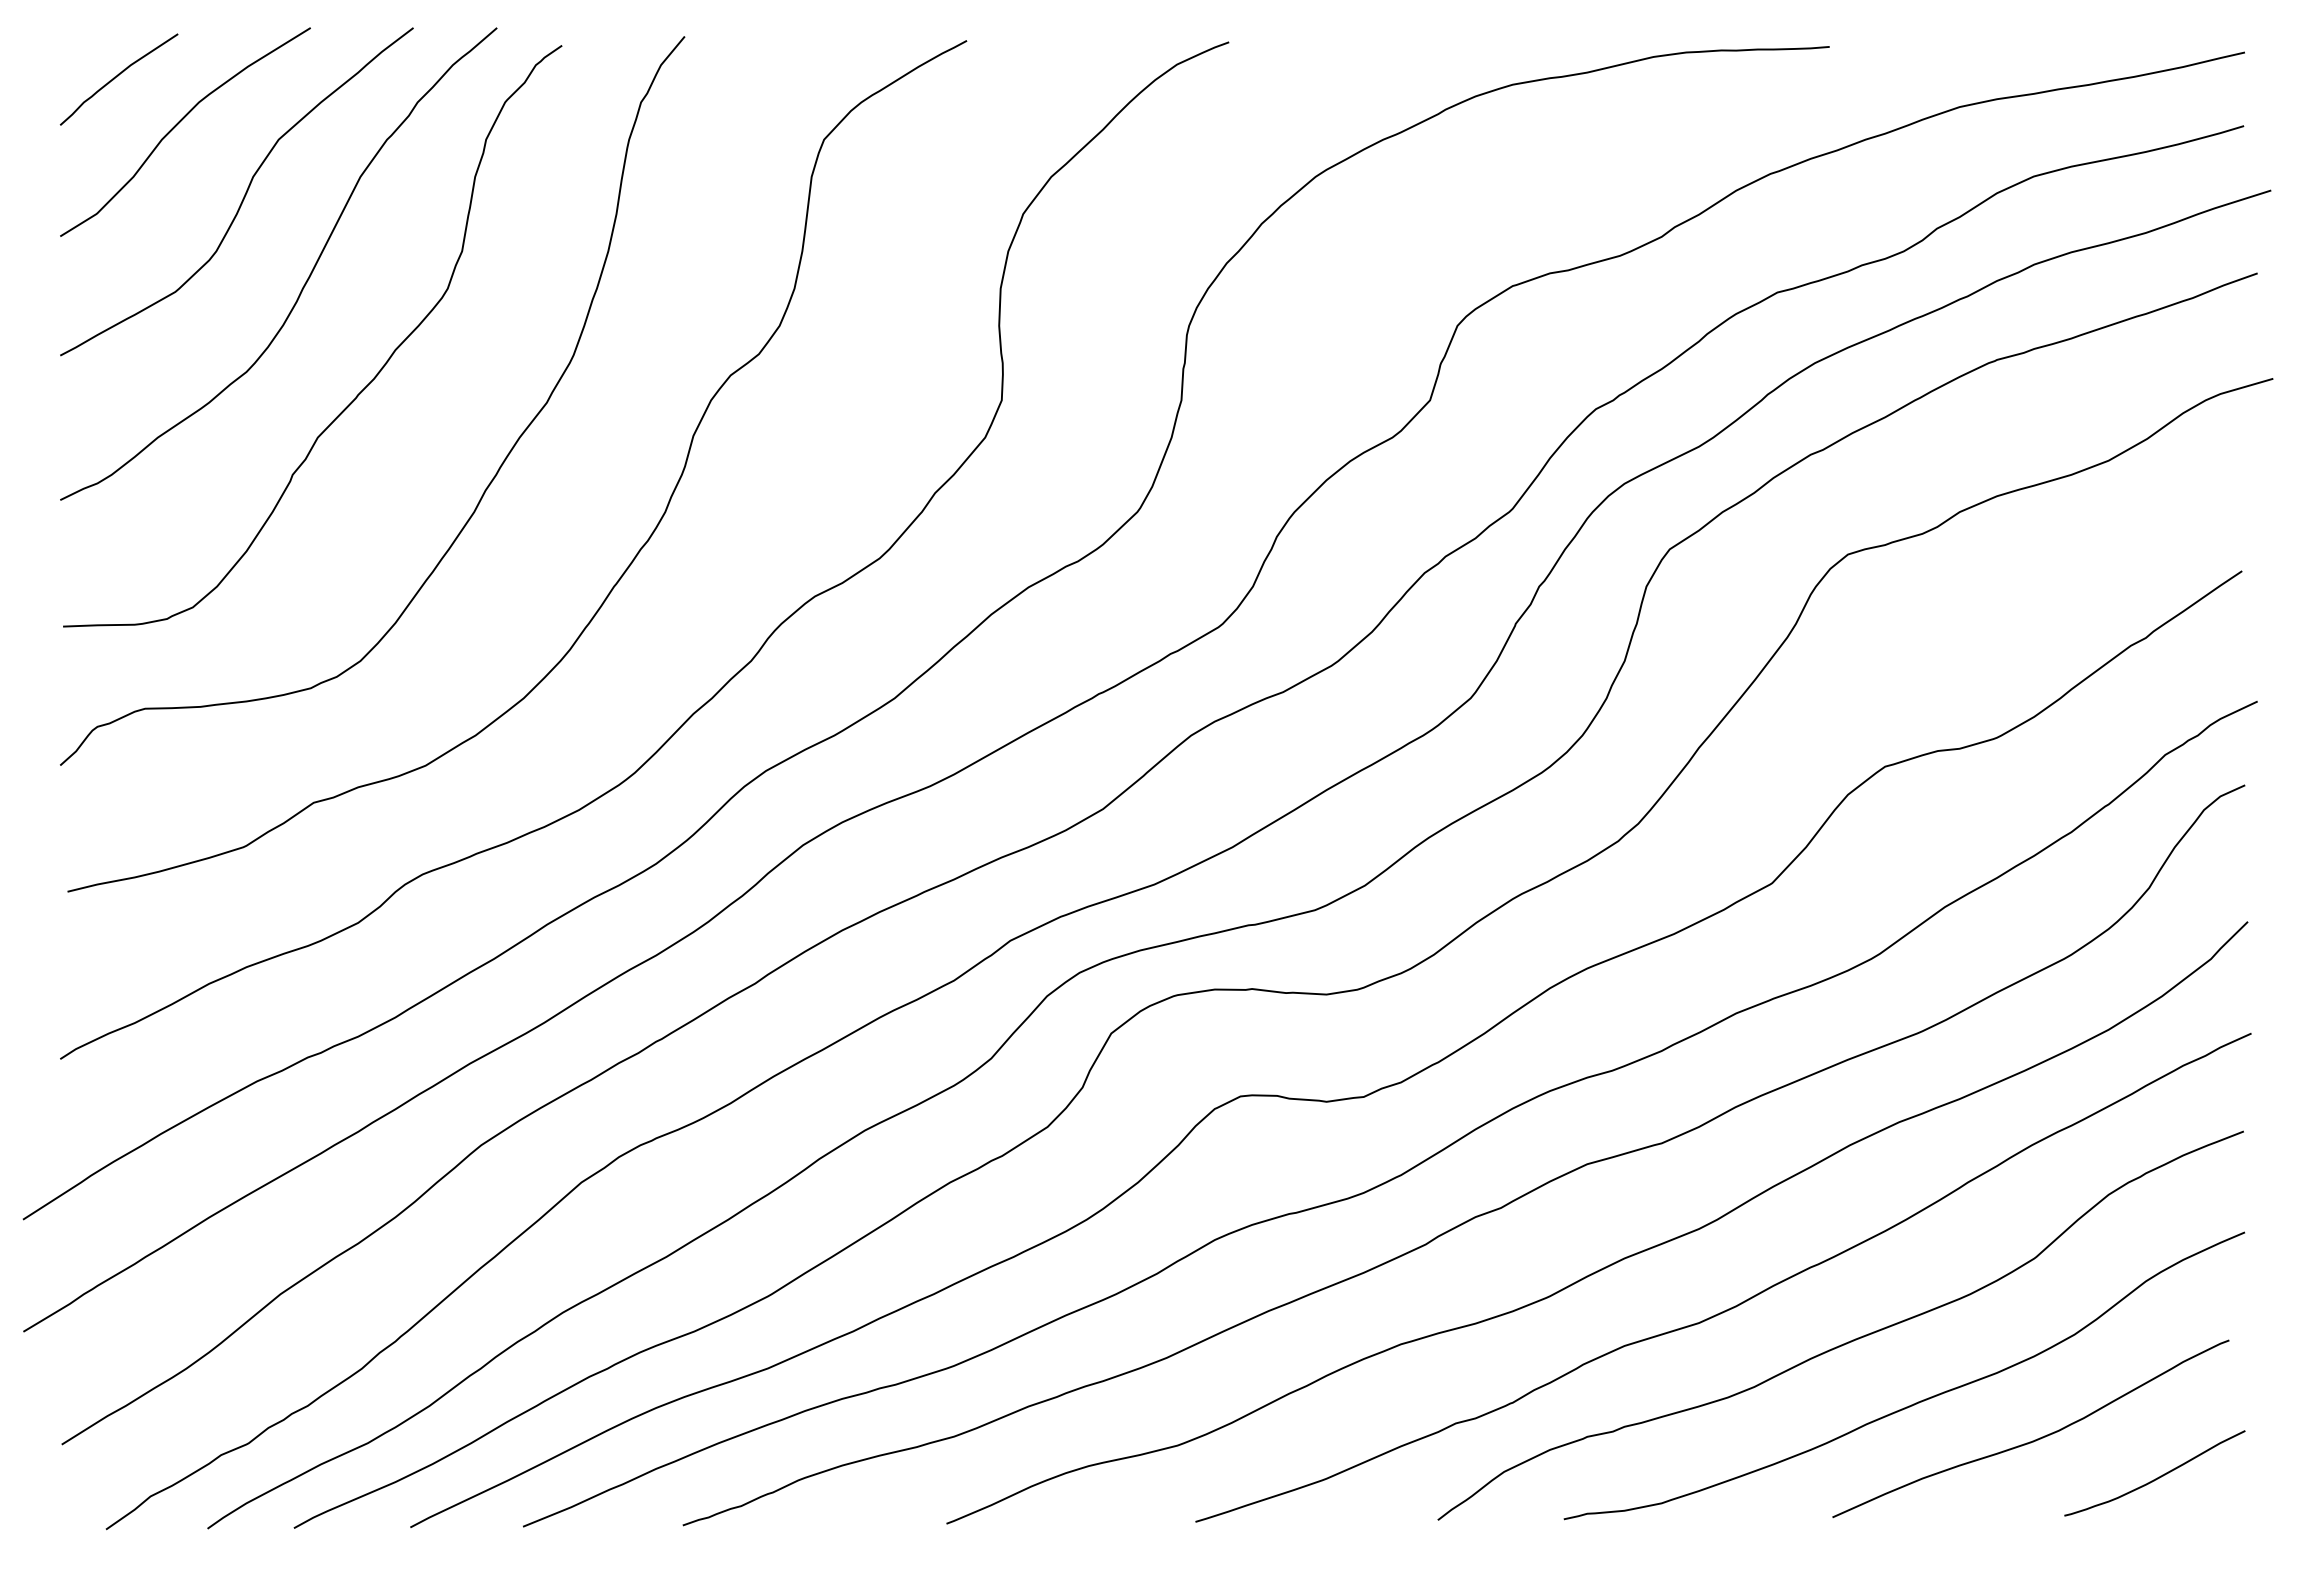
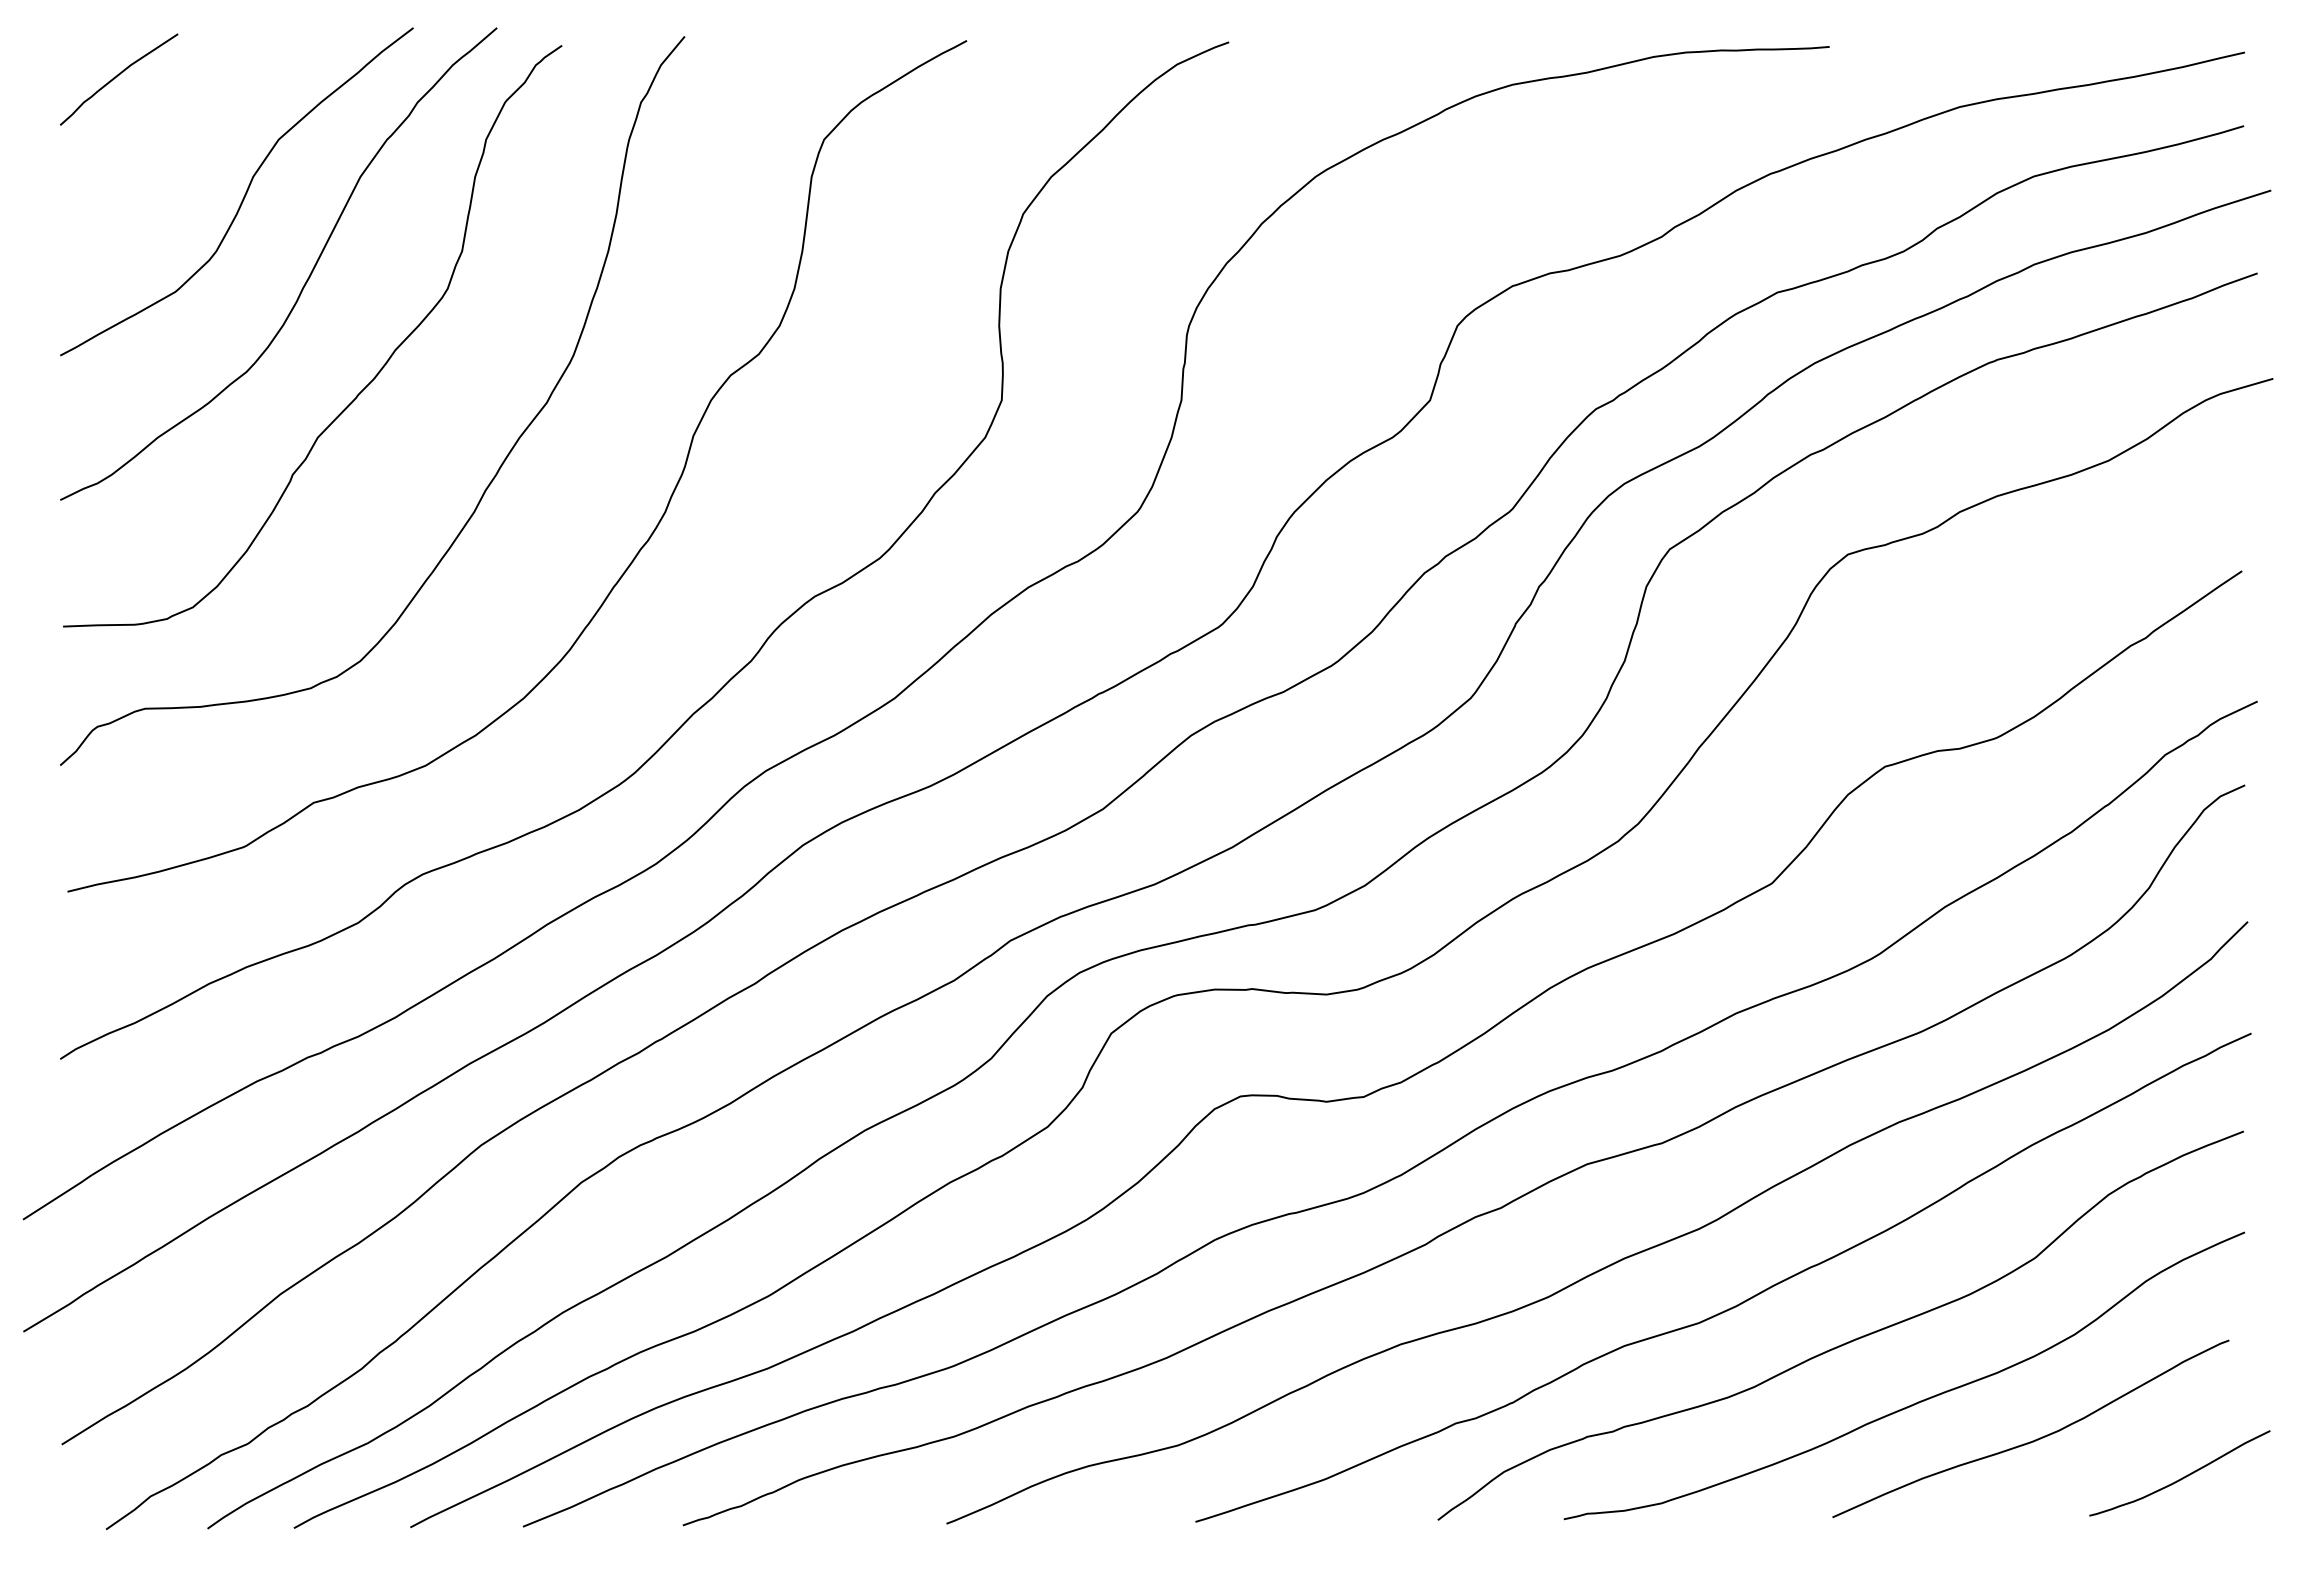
curve at (178, 124): present -> none
curve at (2157, 1477) position: (2157, 1477) -> (2182, 1477)
